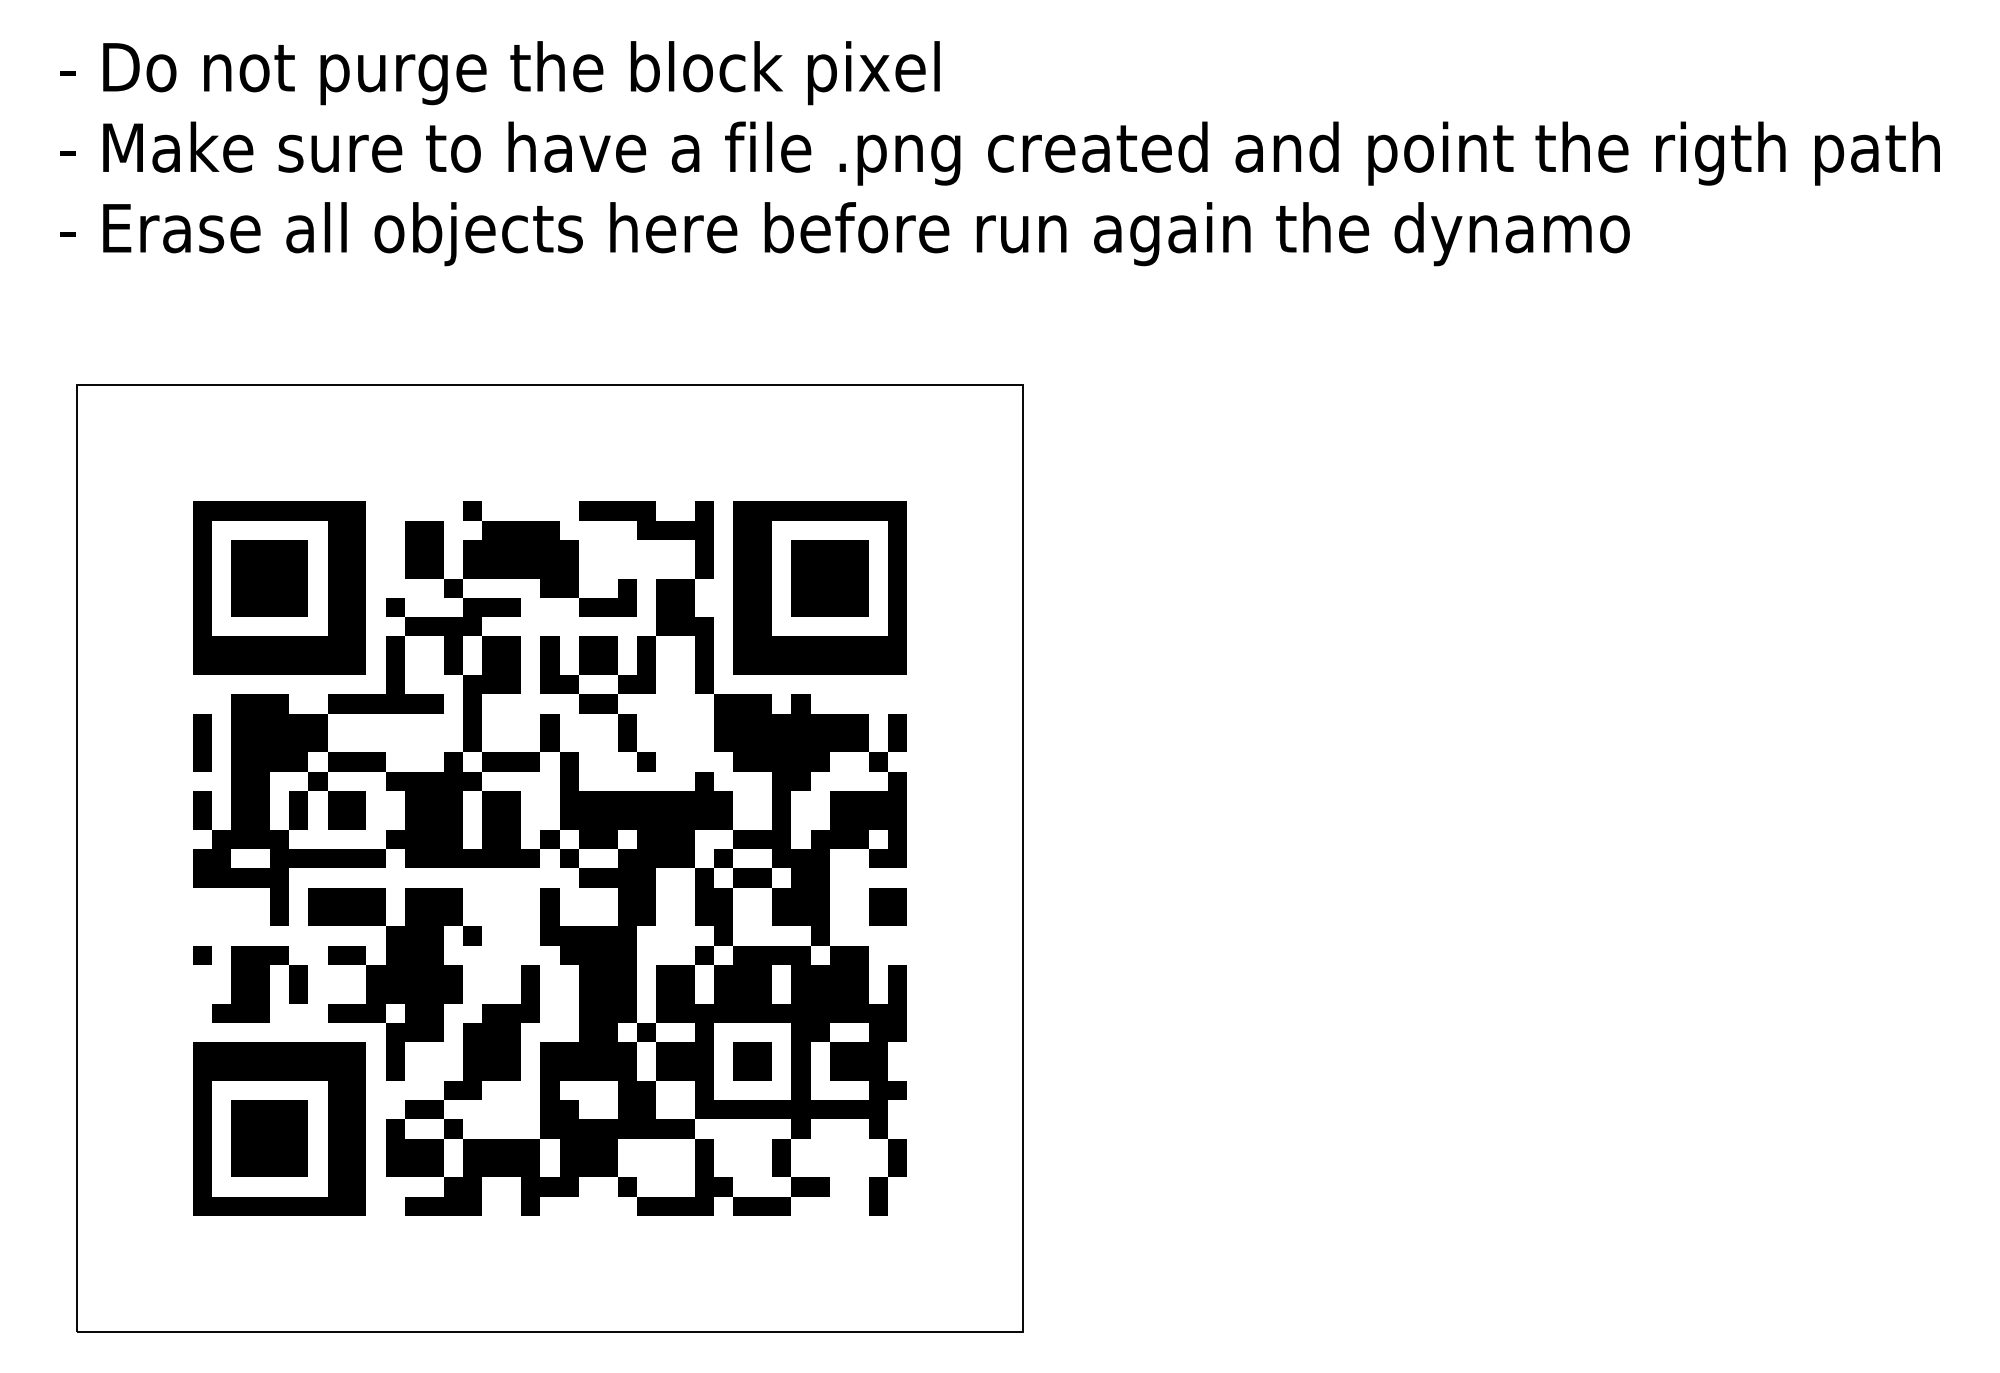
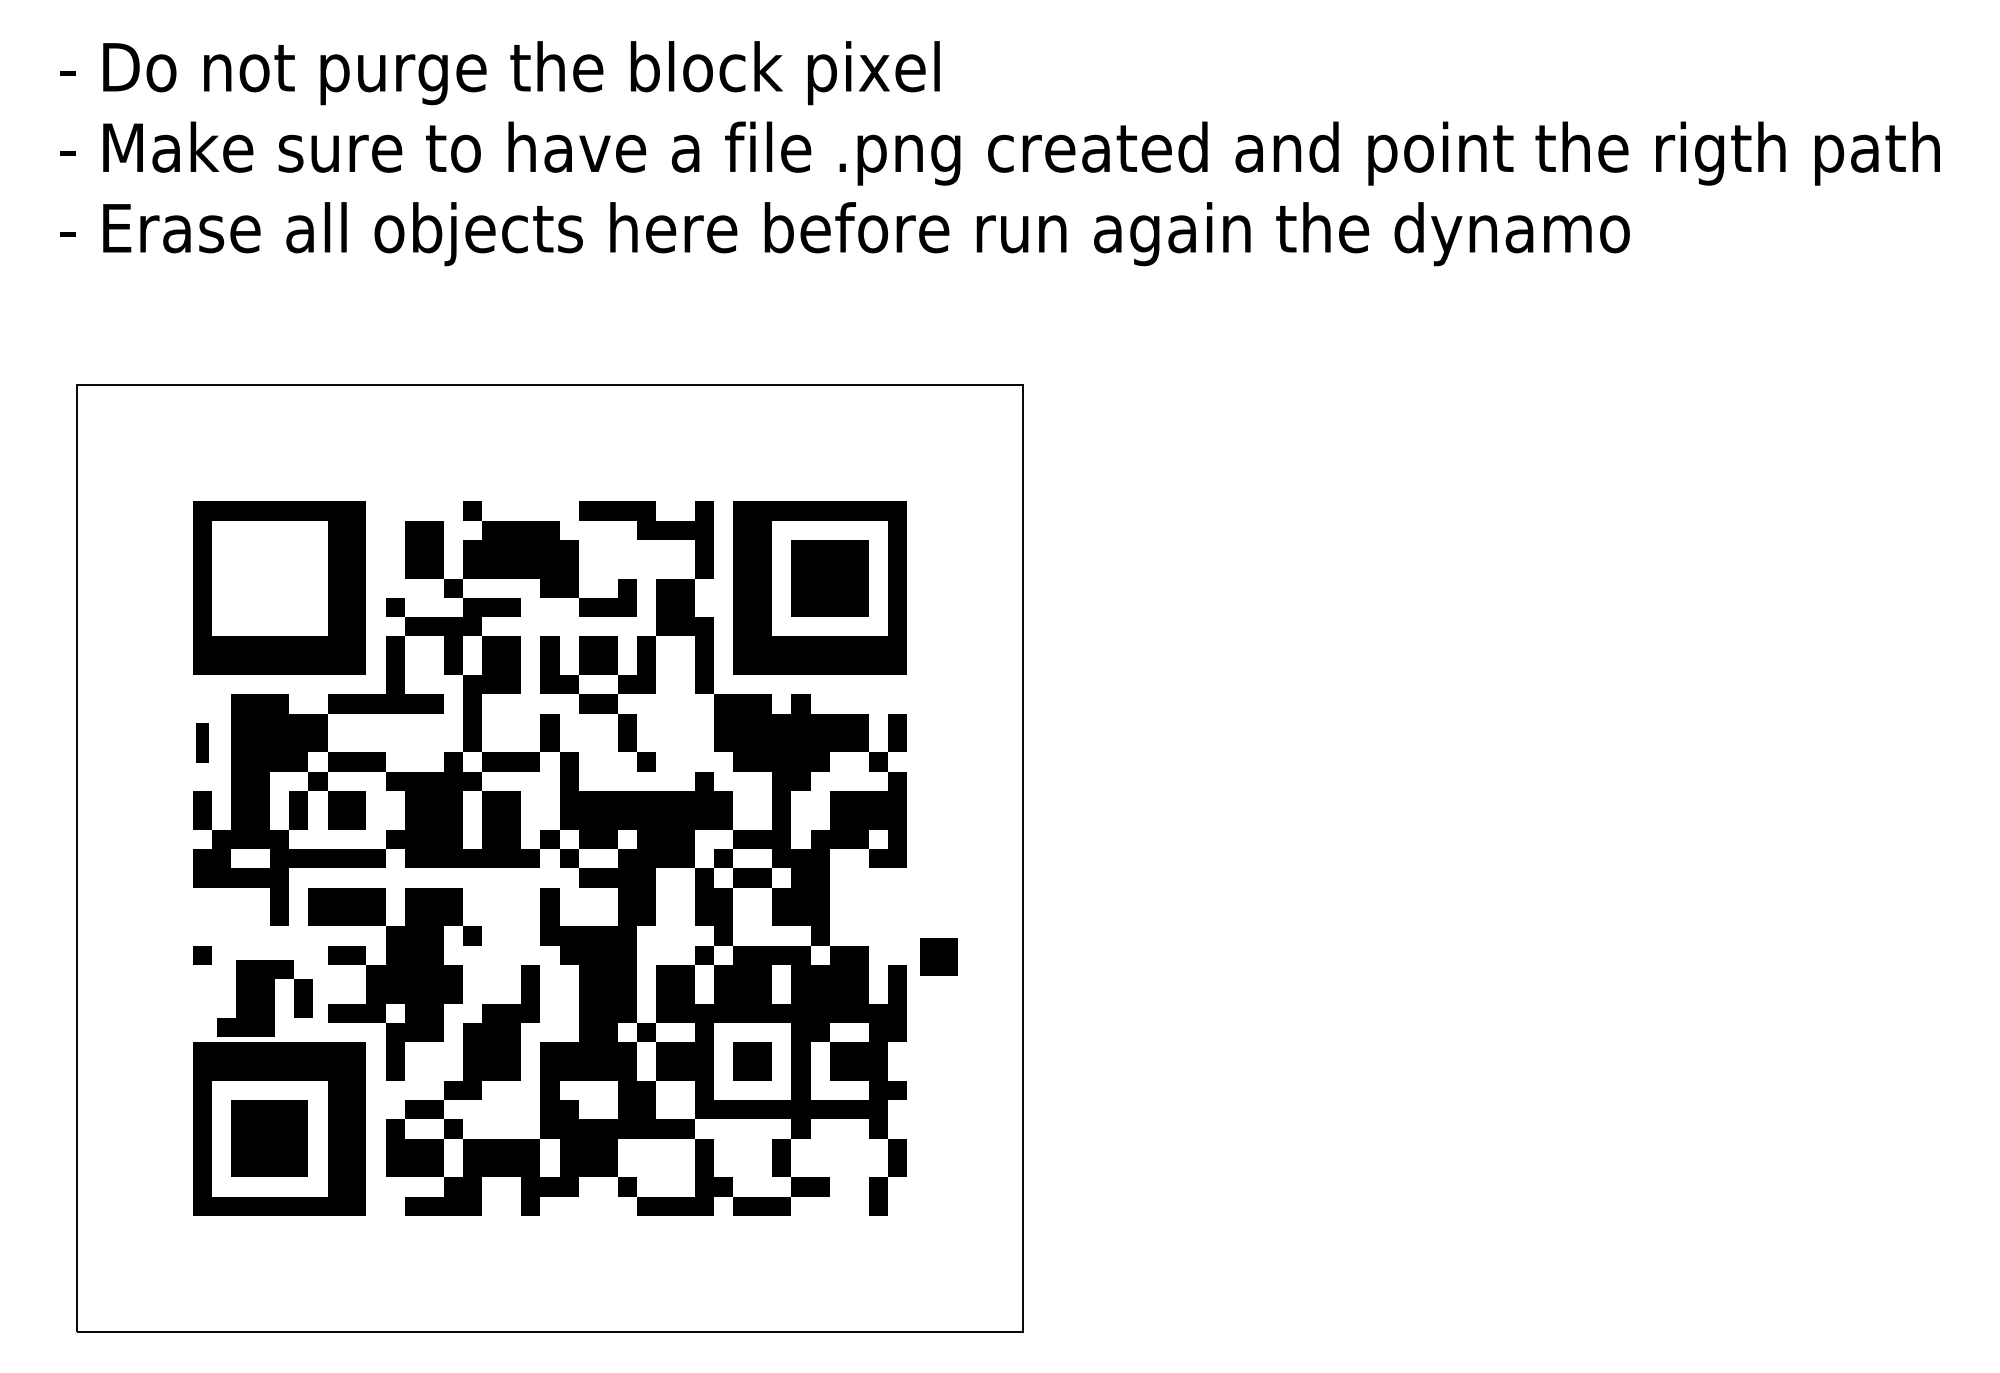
part at (269, 578): present -> none
part at (202, 742) size: 19x58 px -> 13x40 px
part at (887, 906) position: (887, 906) -> (938, 956)
part at (259, 984) position: (259, 984) -> (264, 998)
